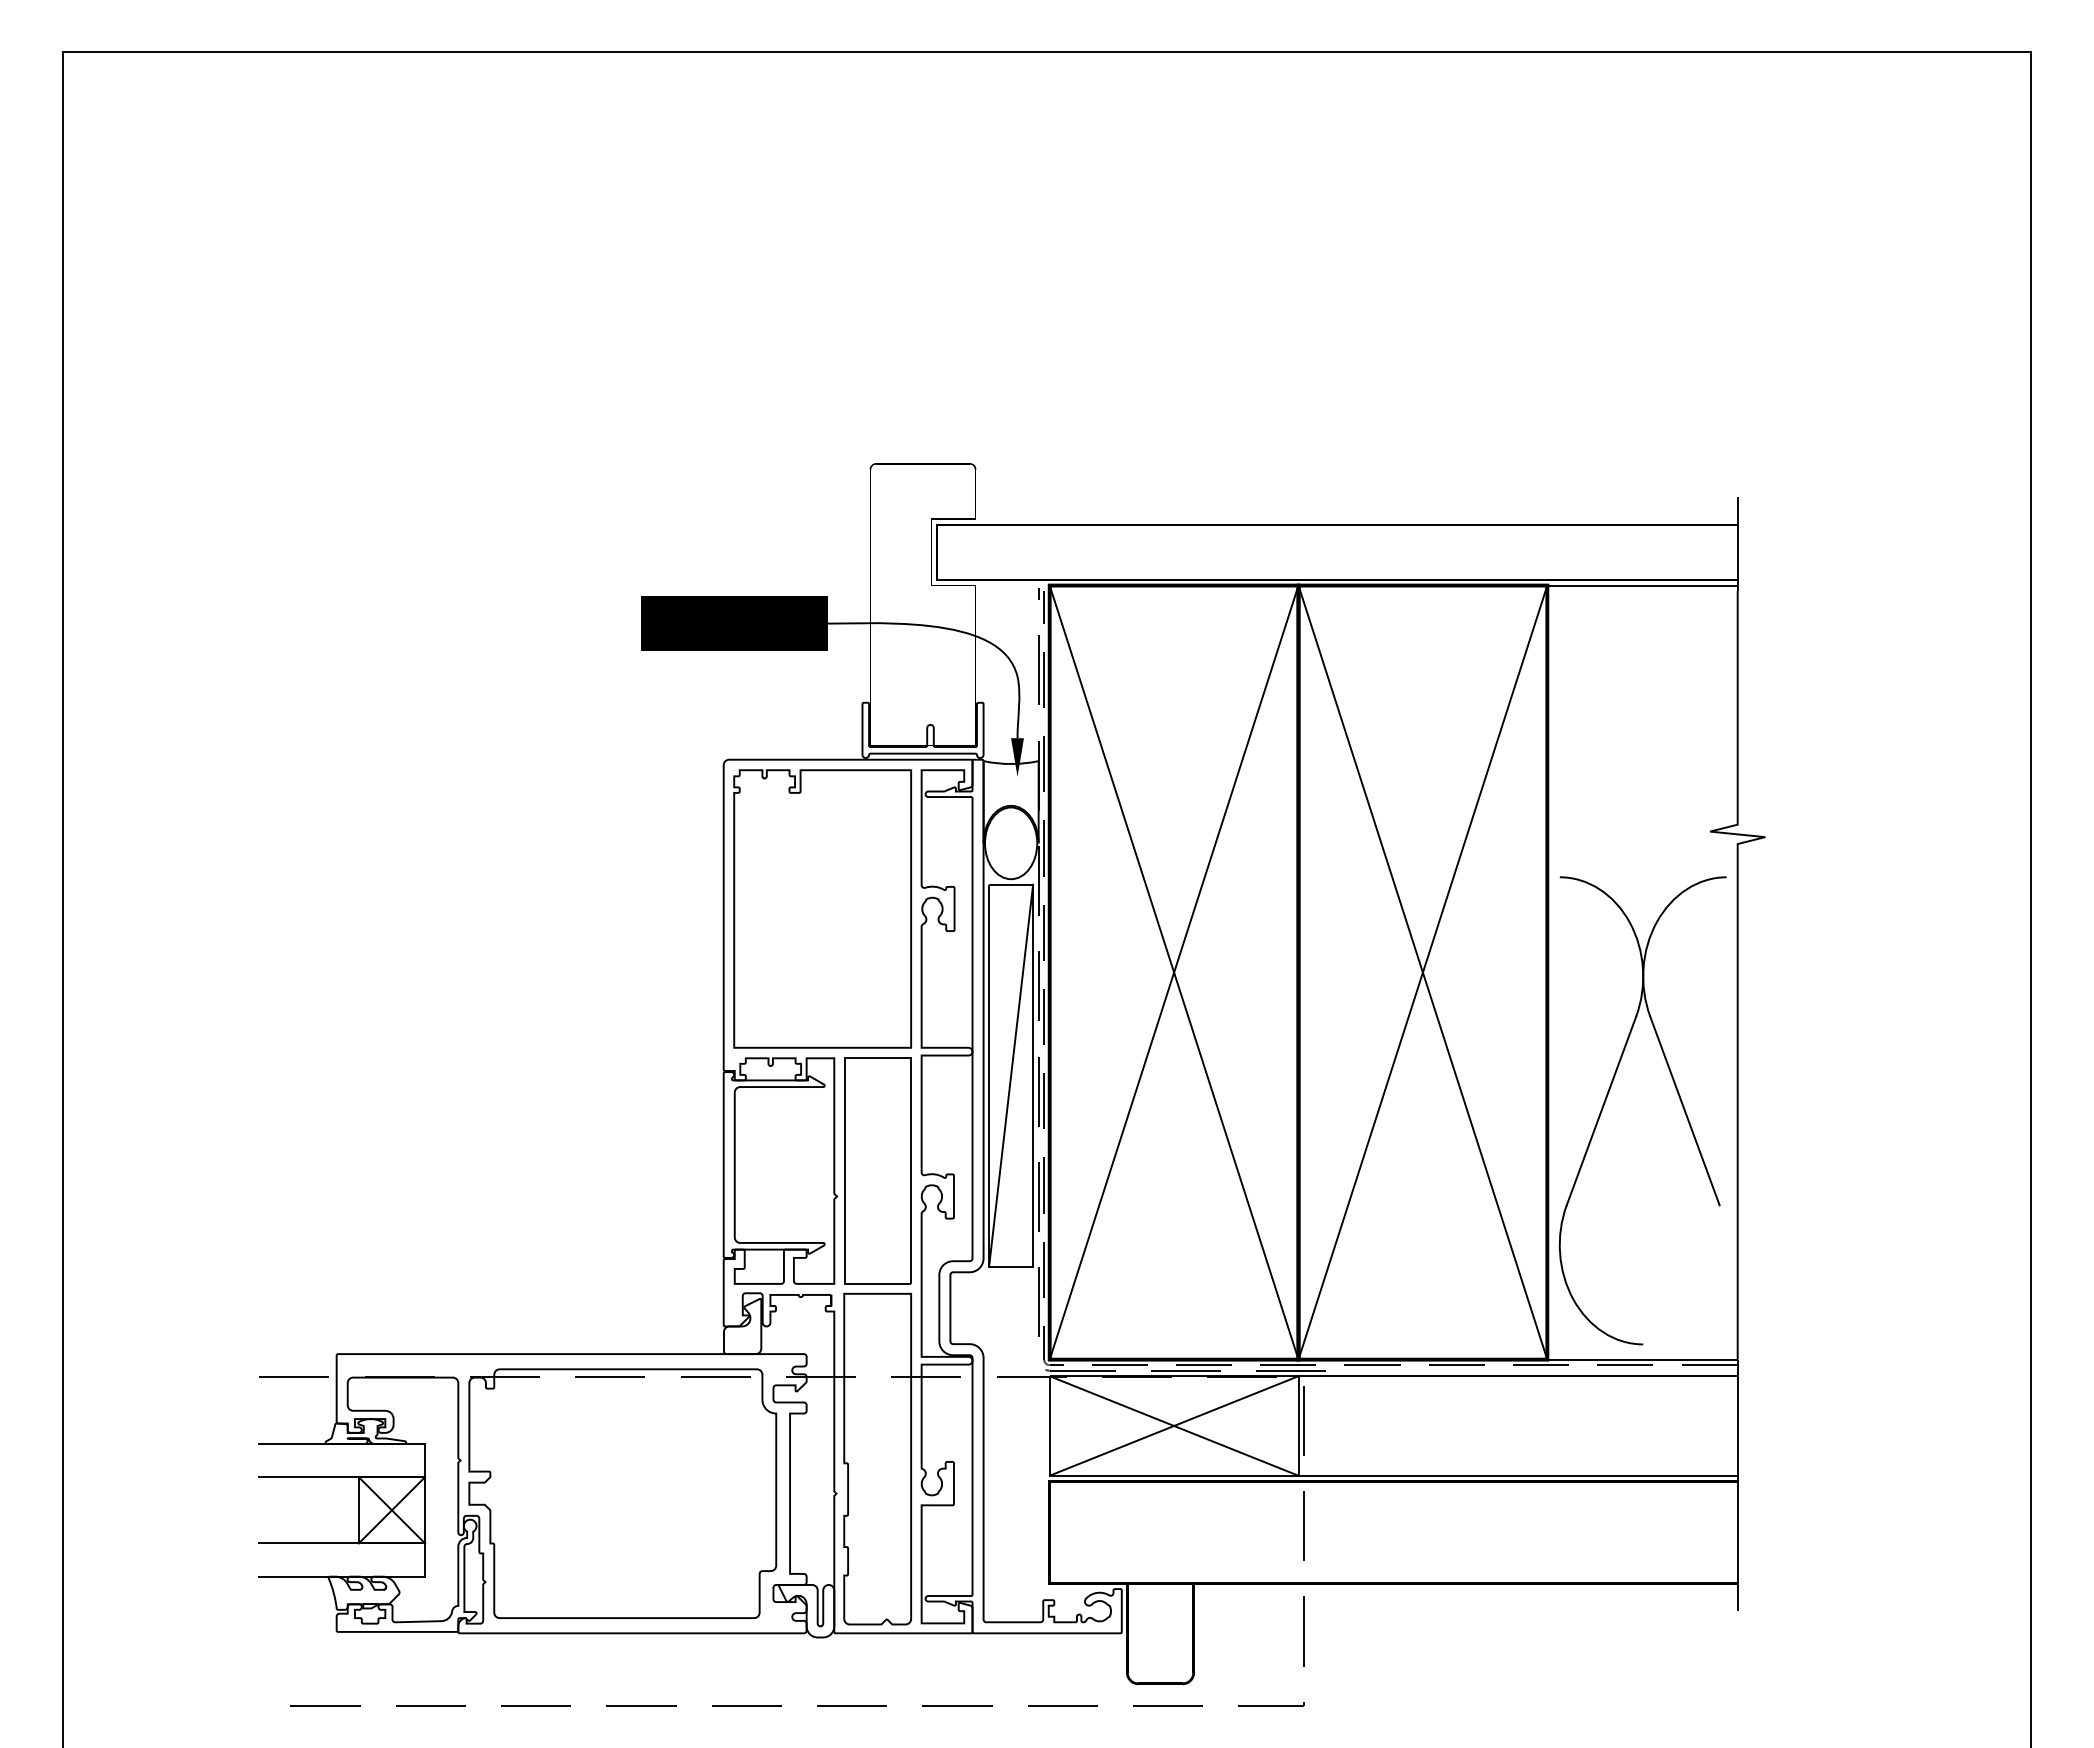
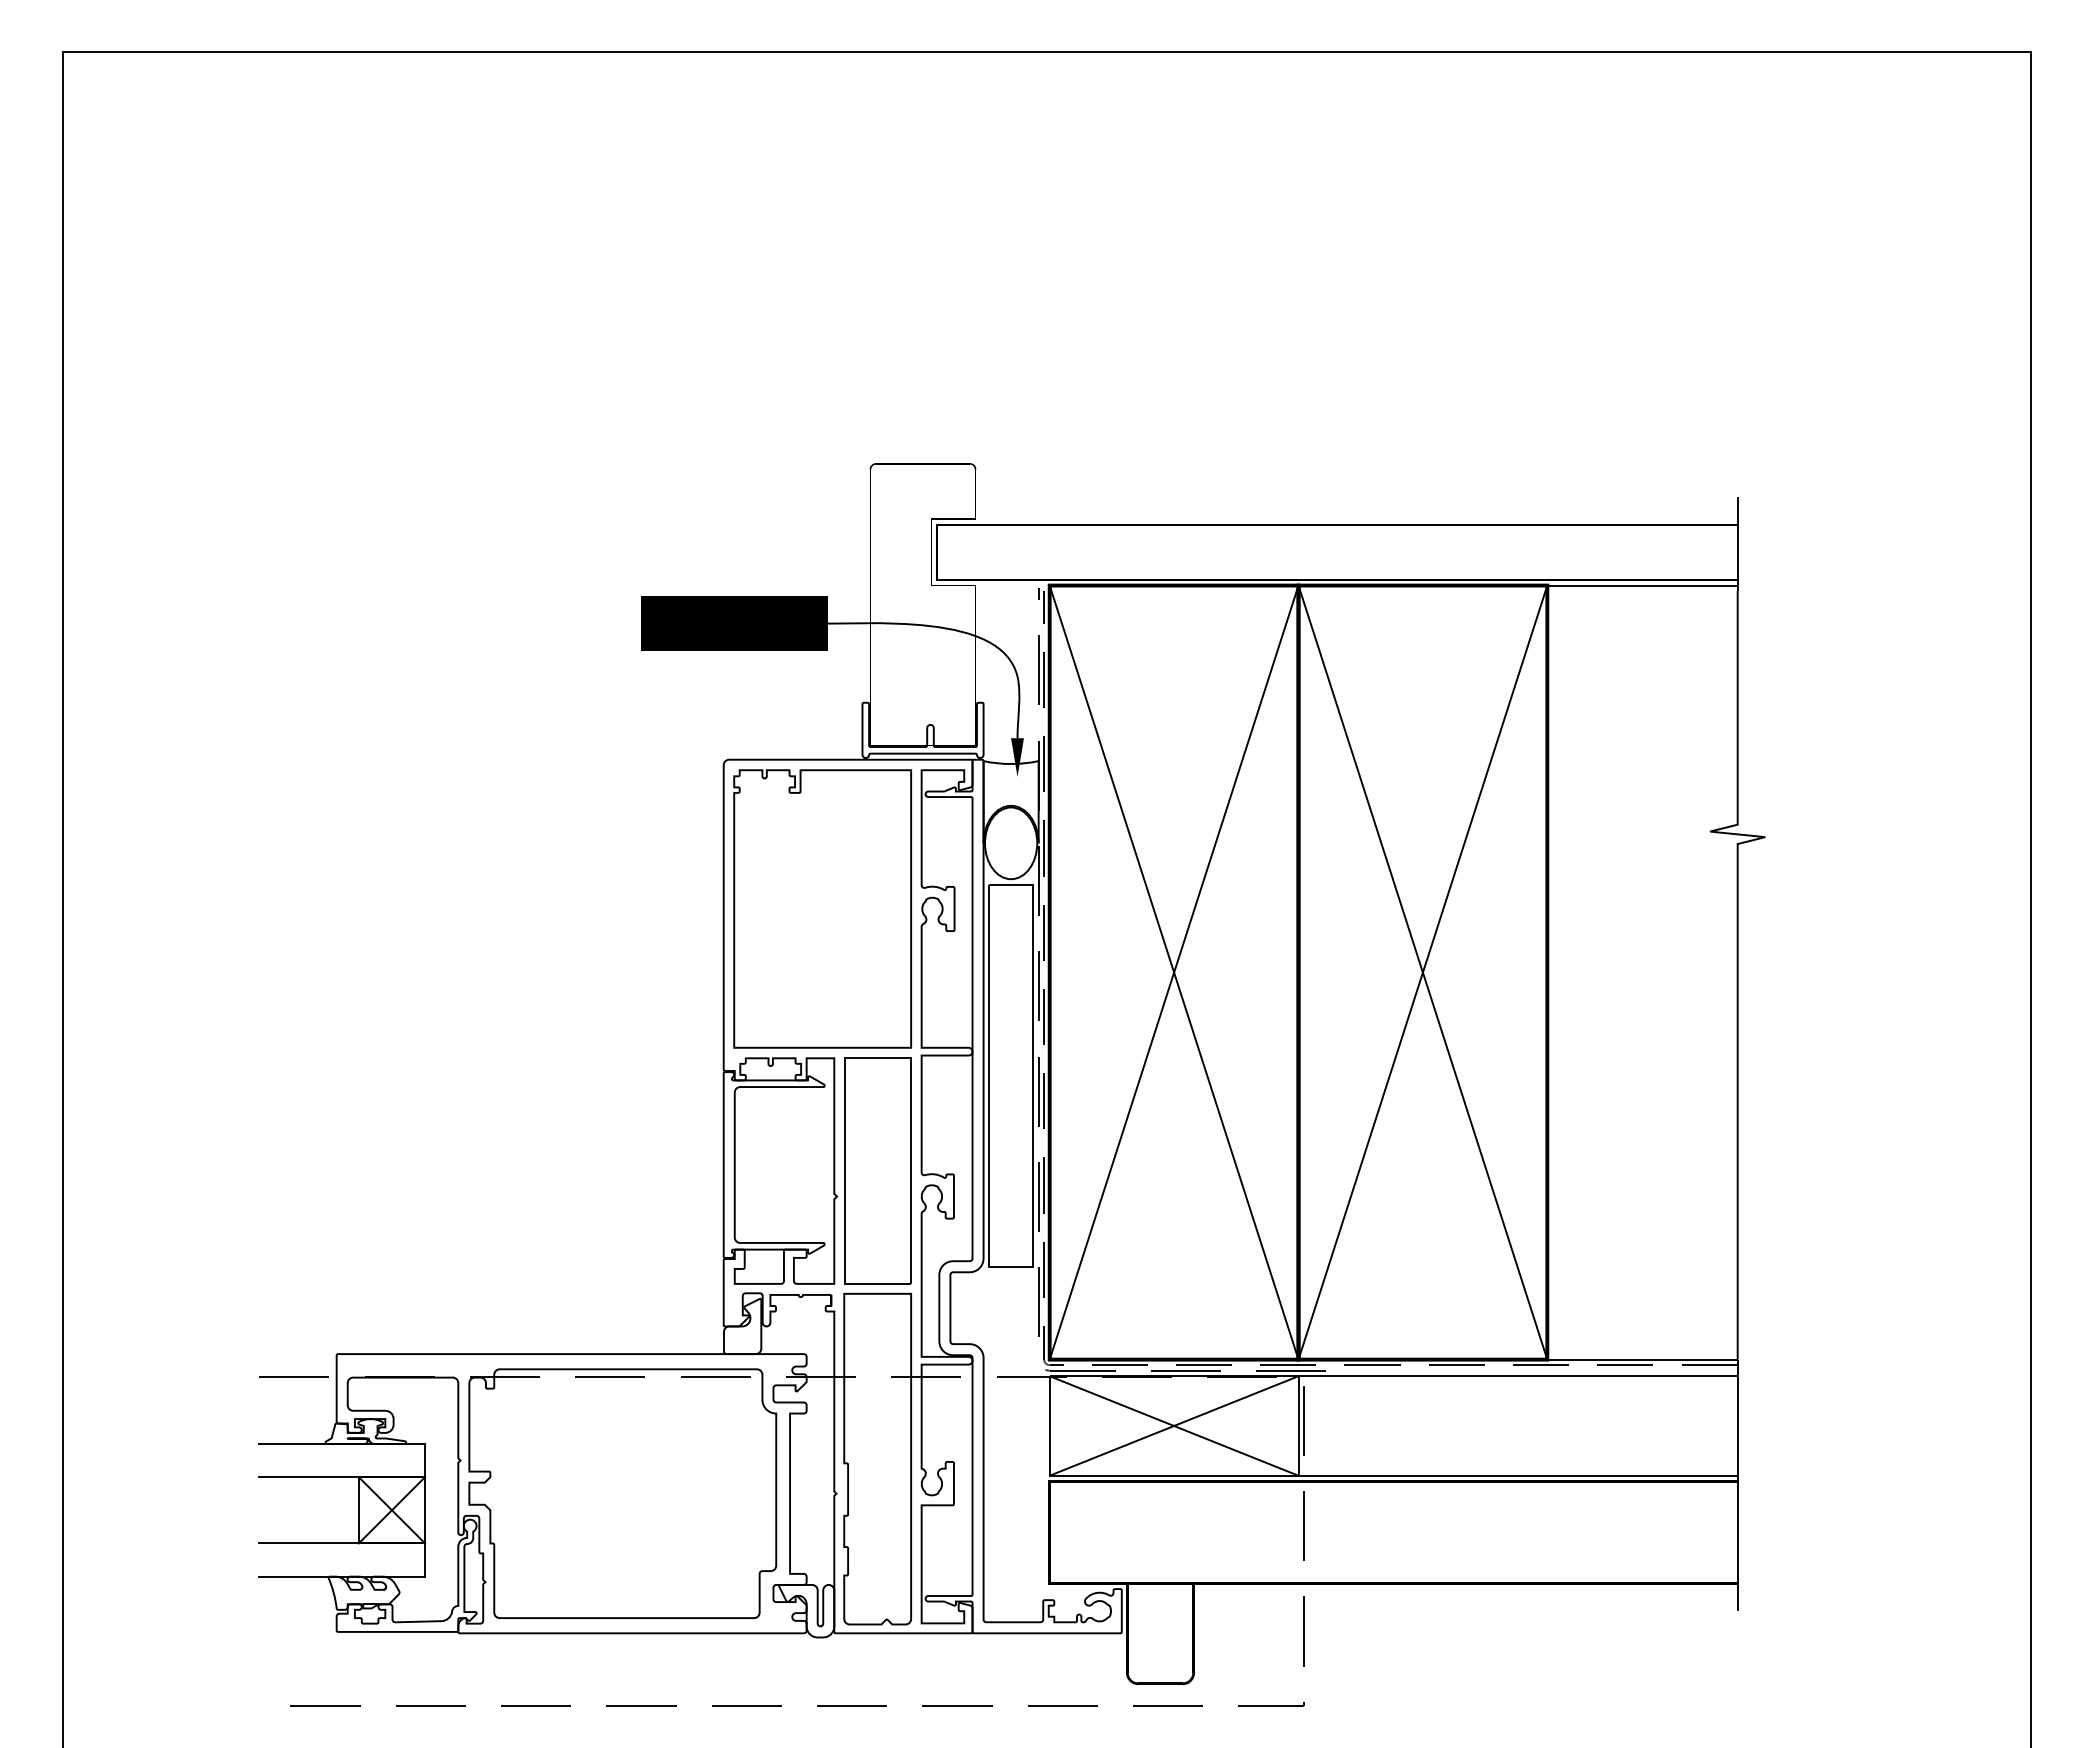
line at (1011, 1075): present -> none
part at (1608, 1095): present -> none
